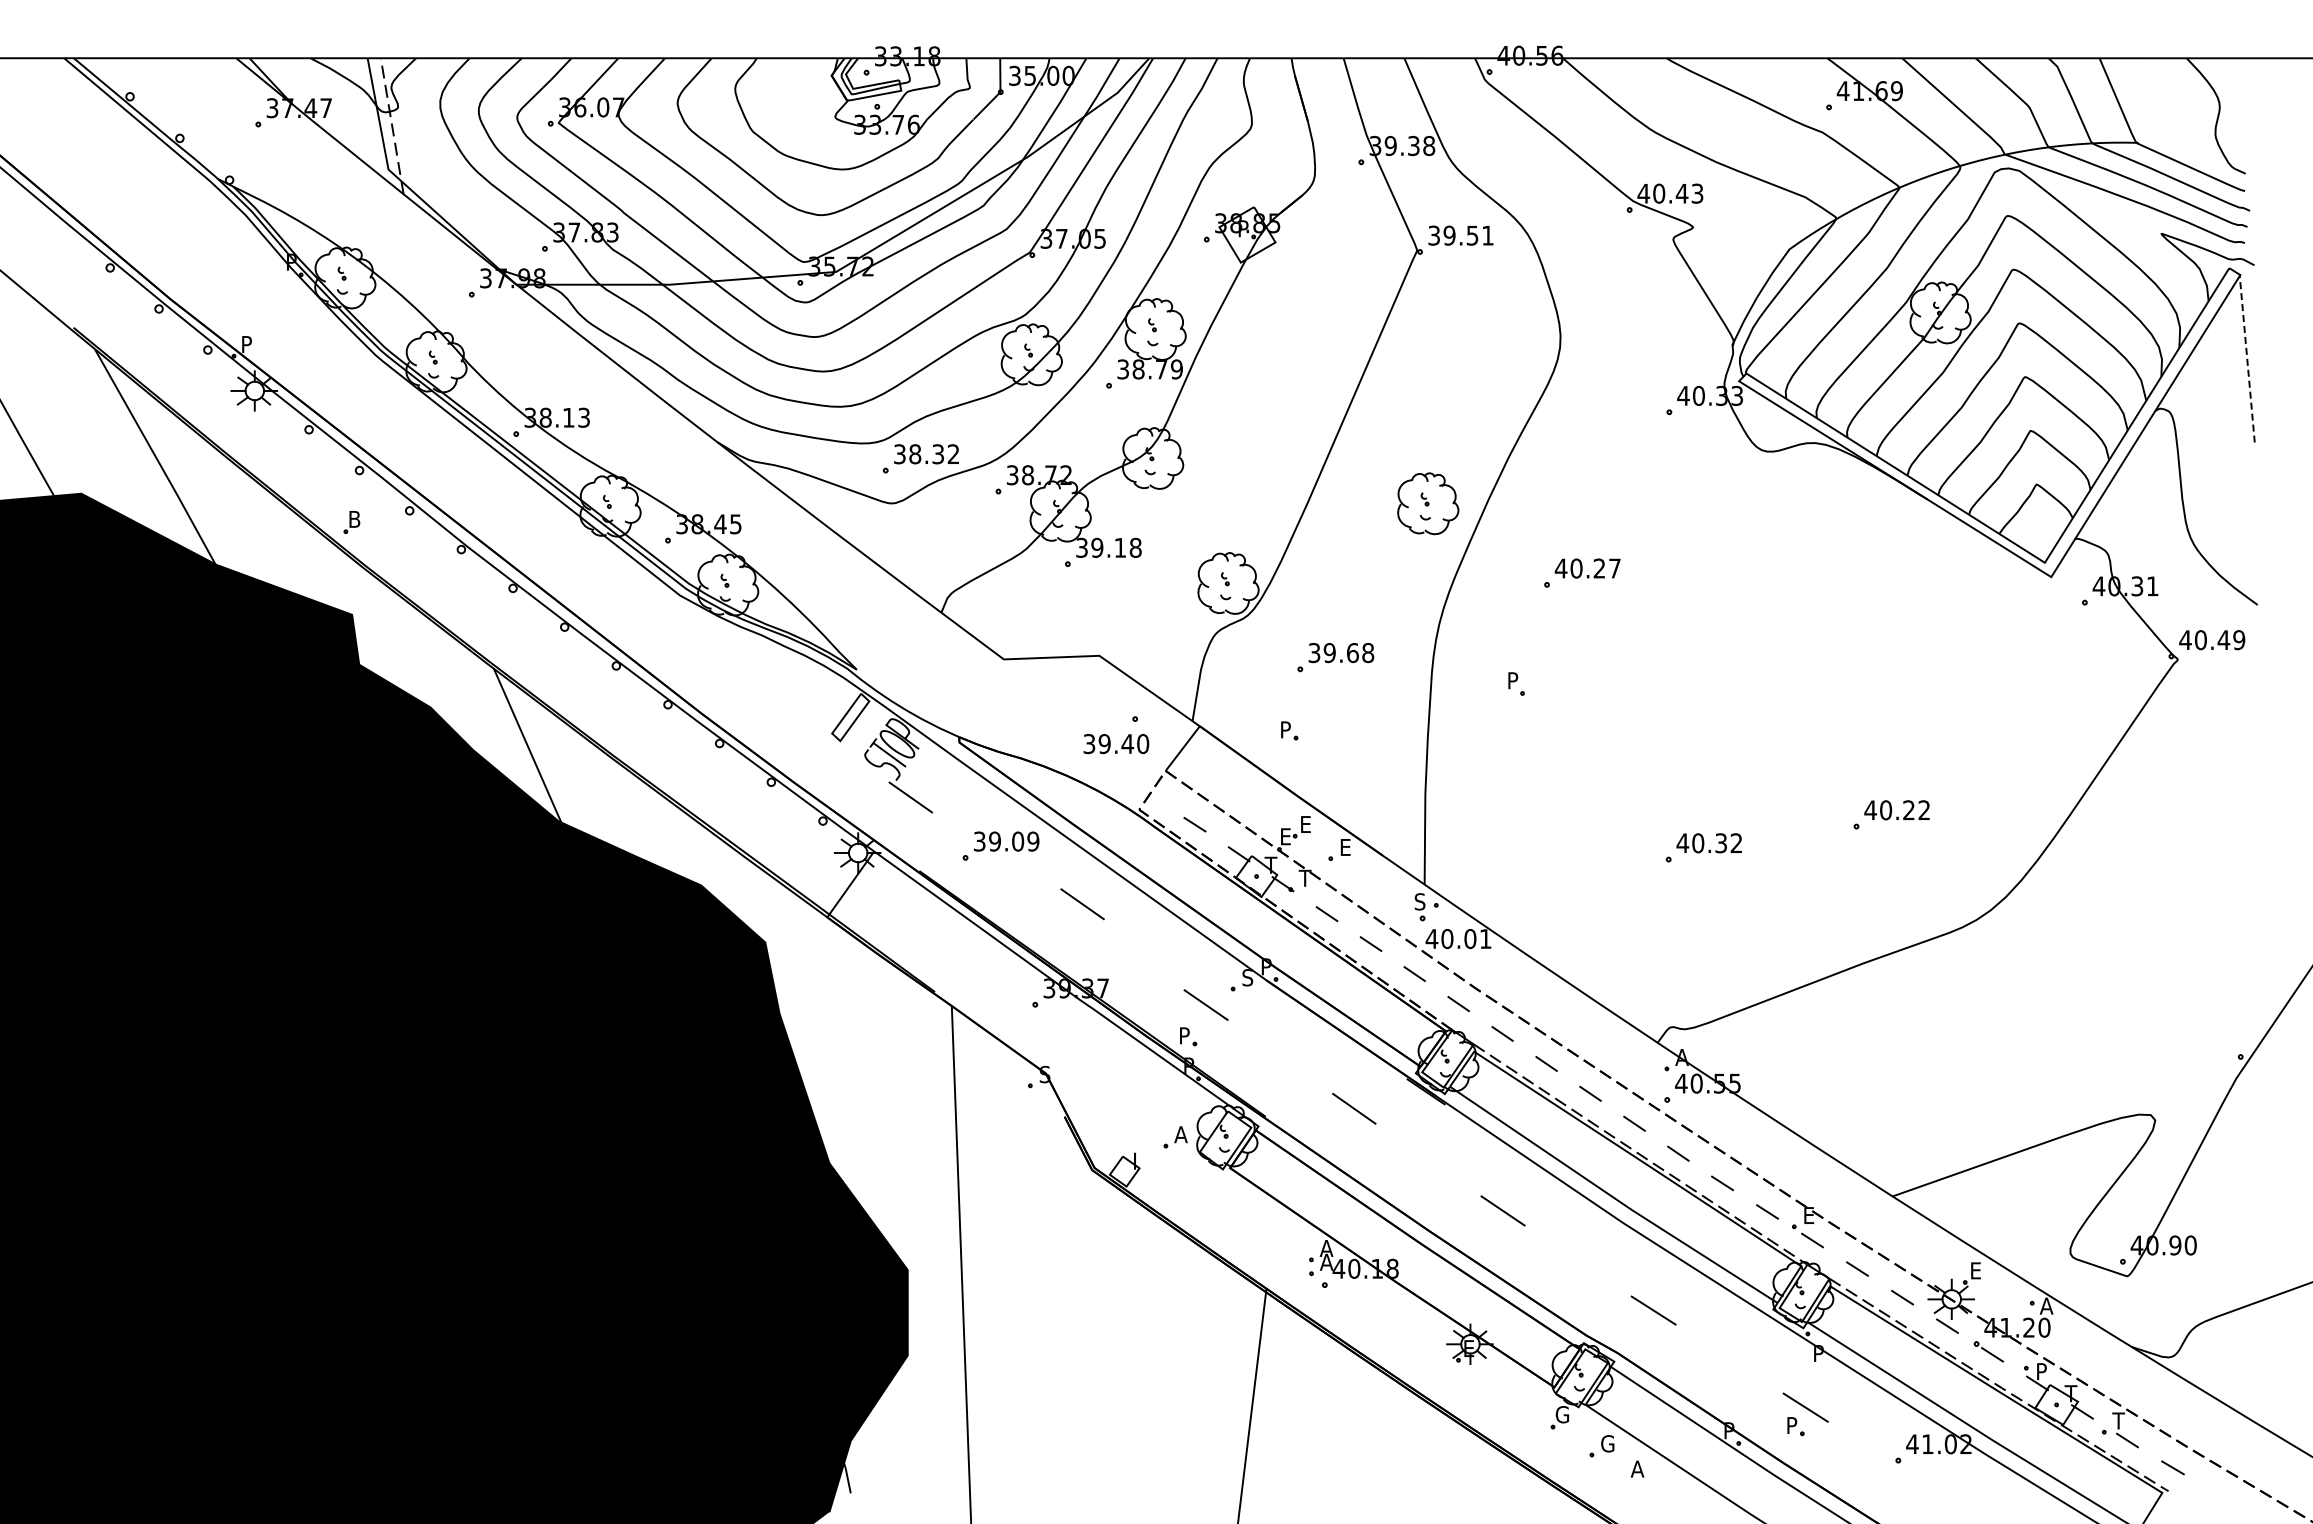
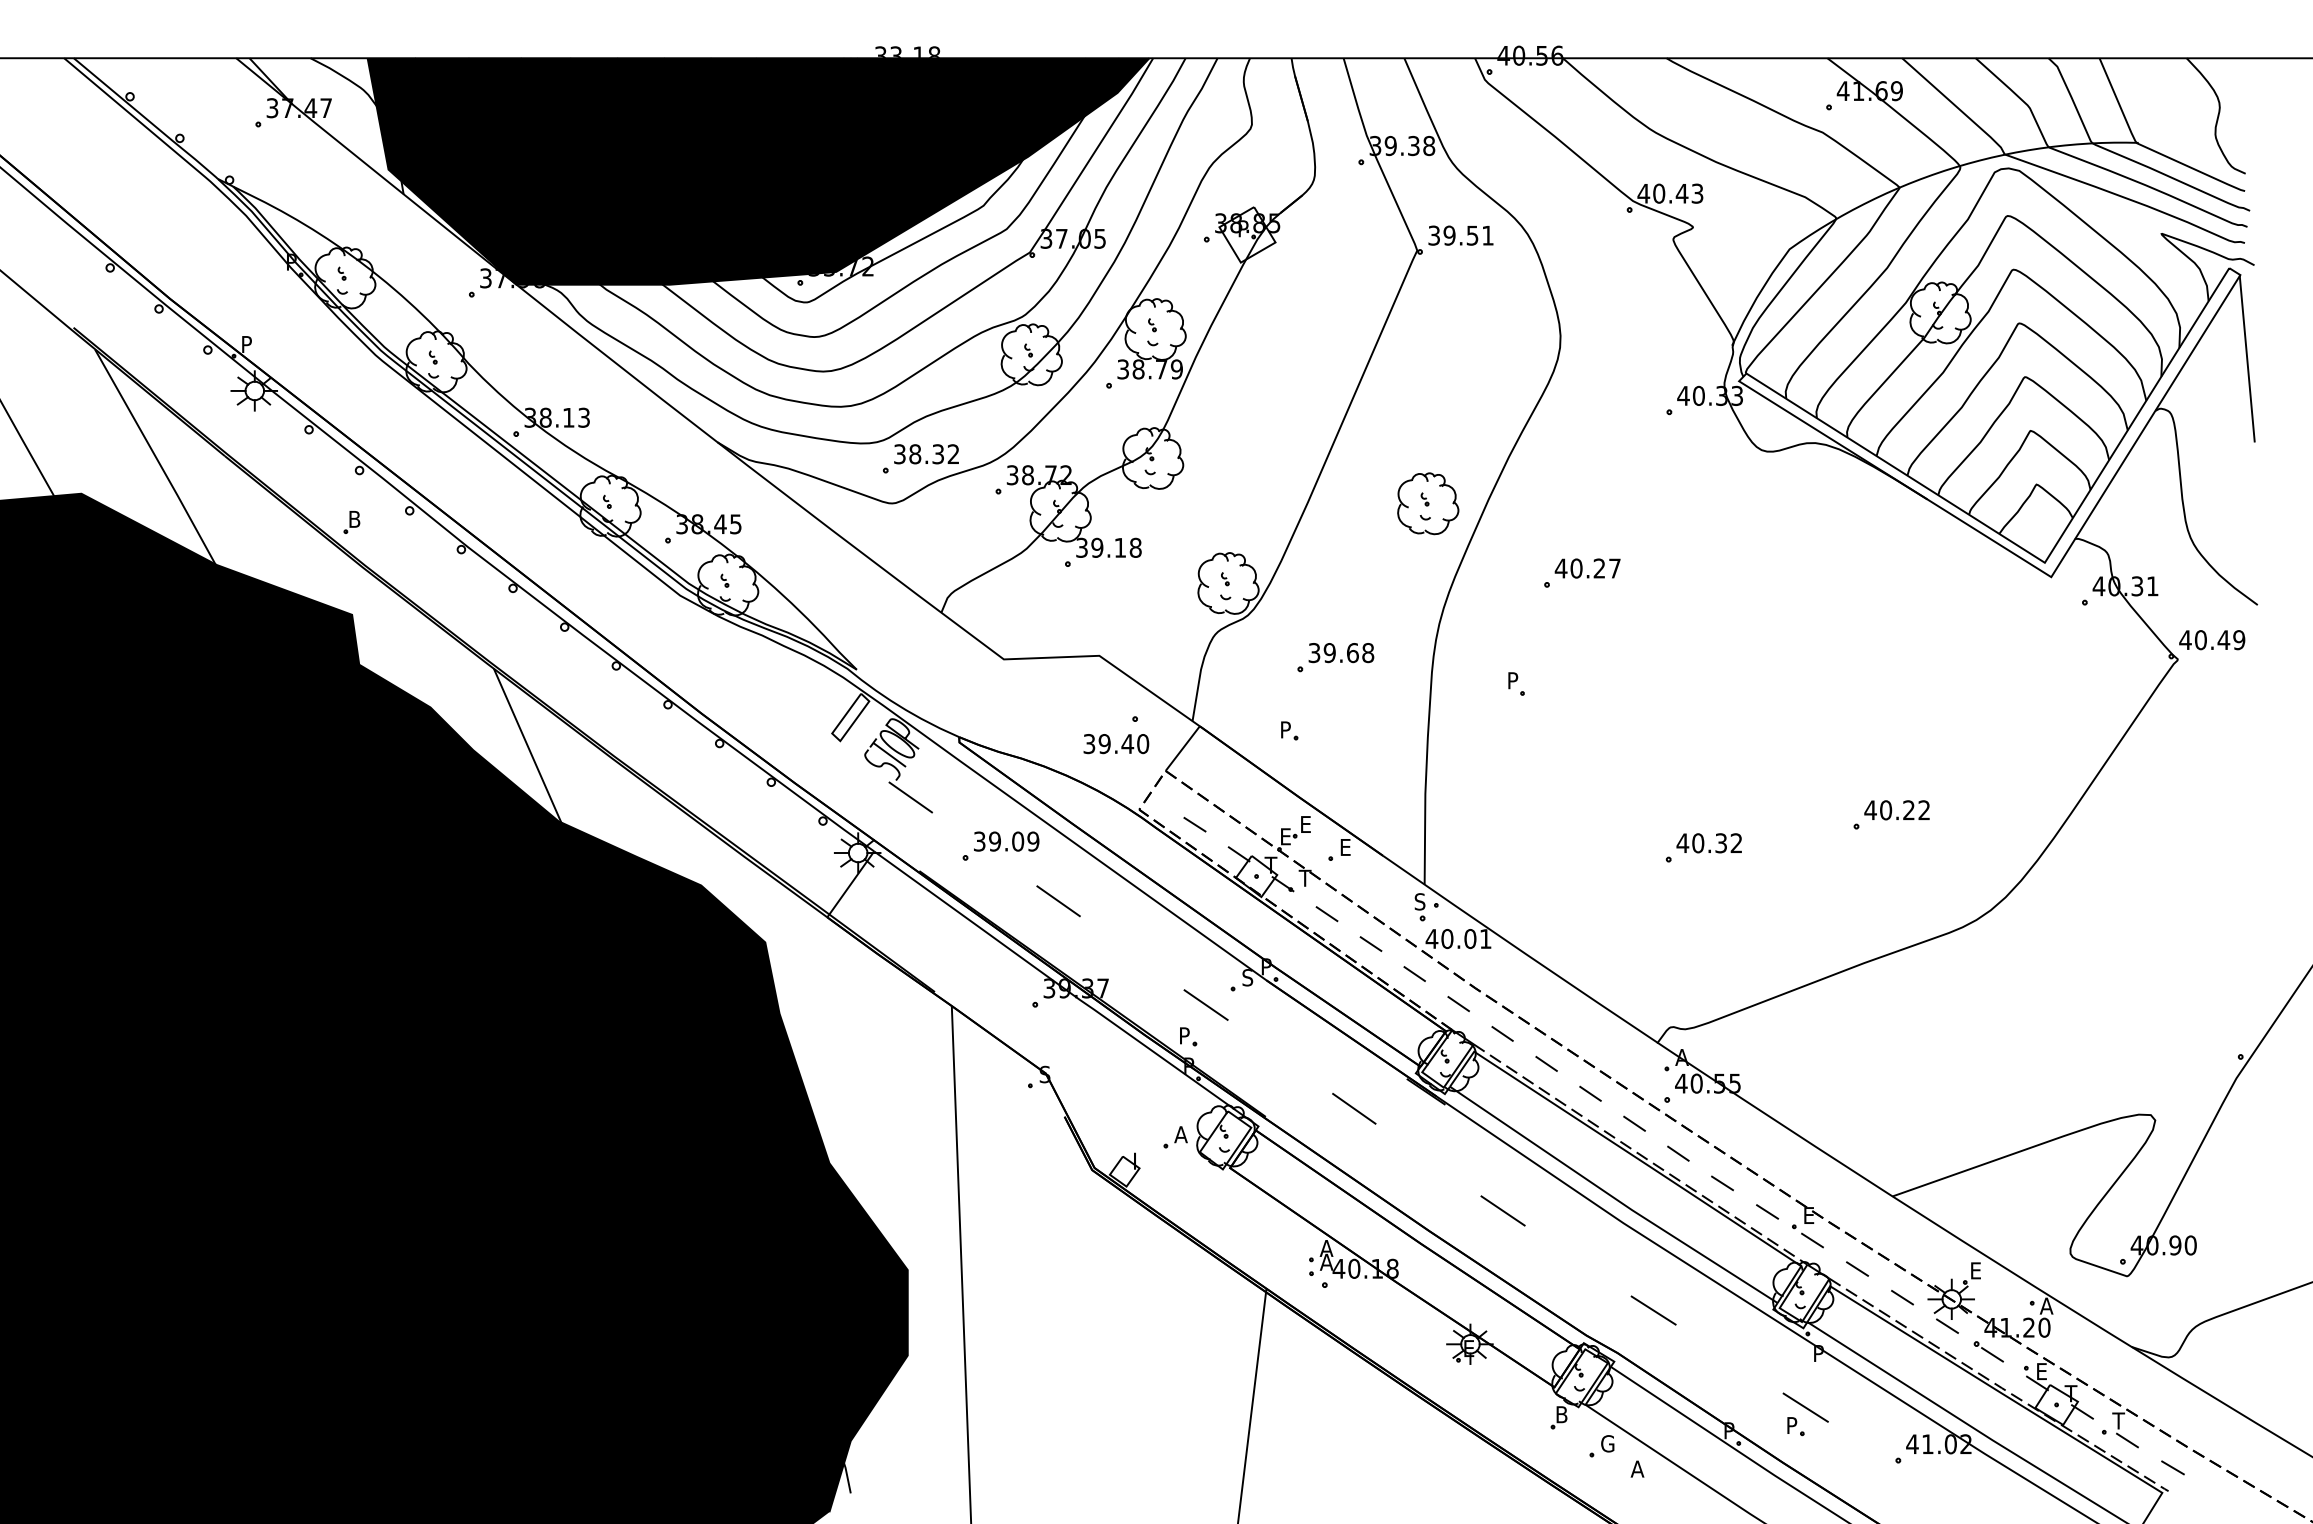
fill at (758, 171): none -> present
line at (2247, 358): dashed -> solid
line at (1082, 904) position: (1082, 904) -> (1058, 901)
text at (2042, 1371): P -> E
text at (1562, 1414): G -> B
